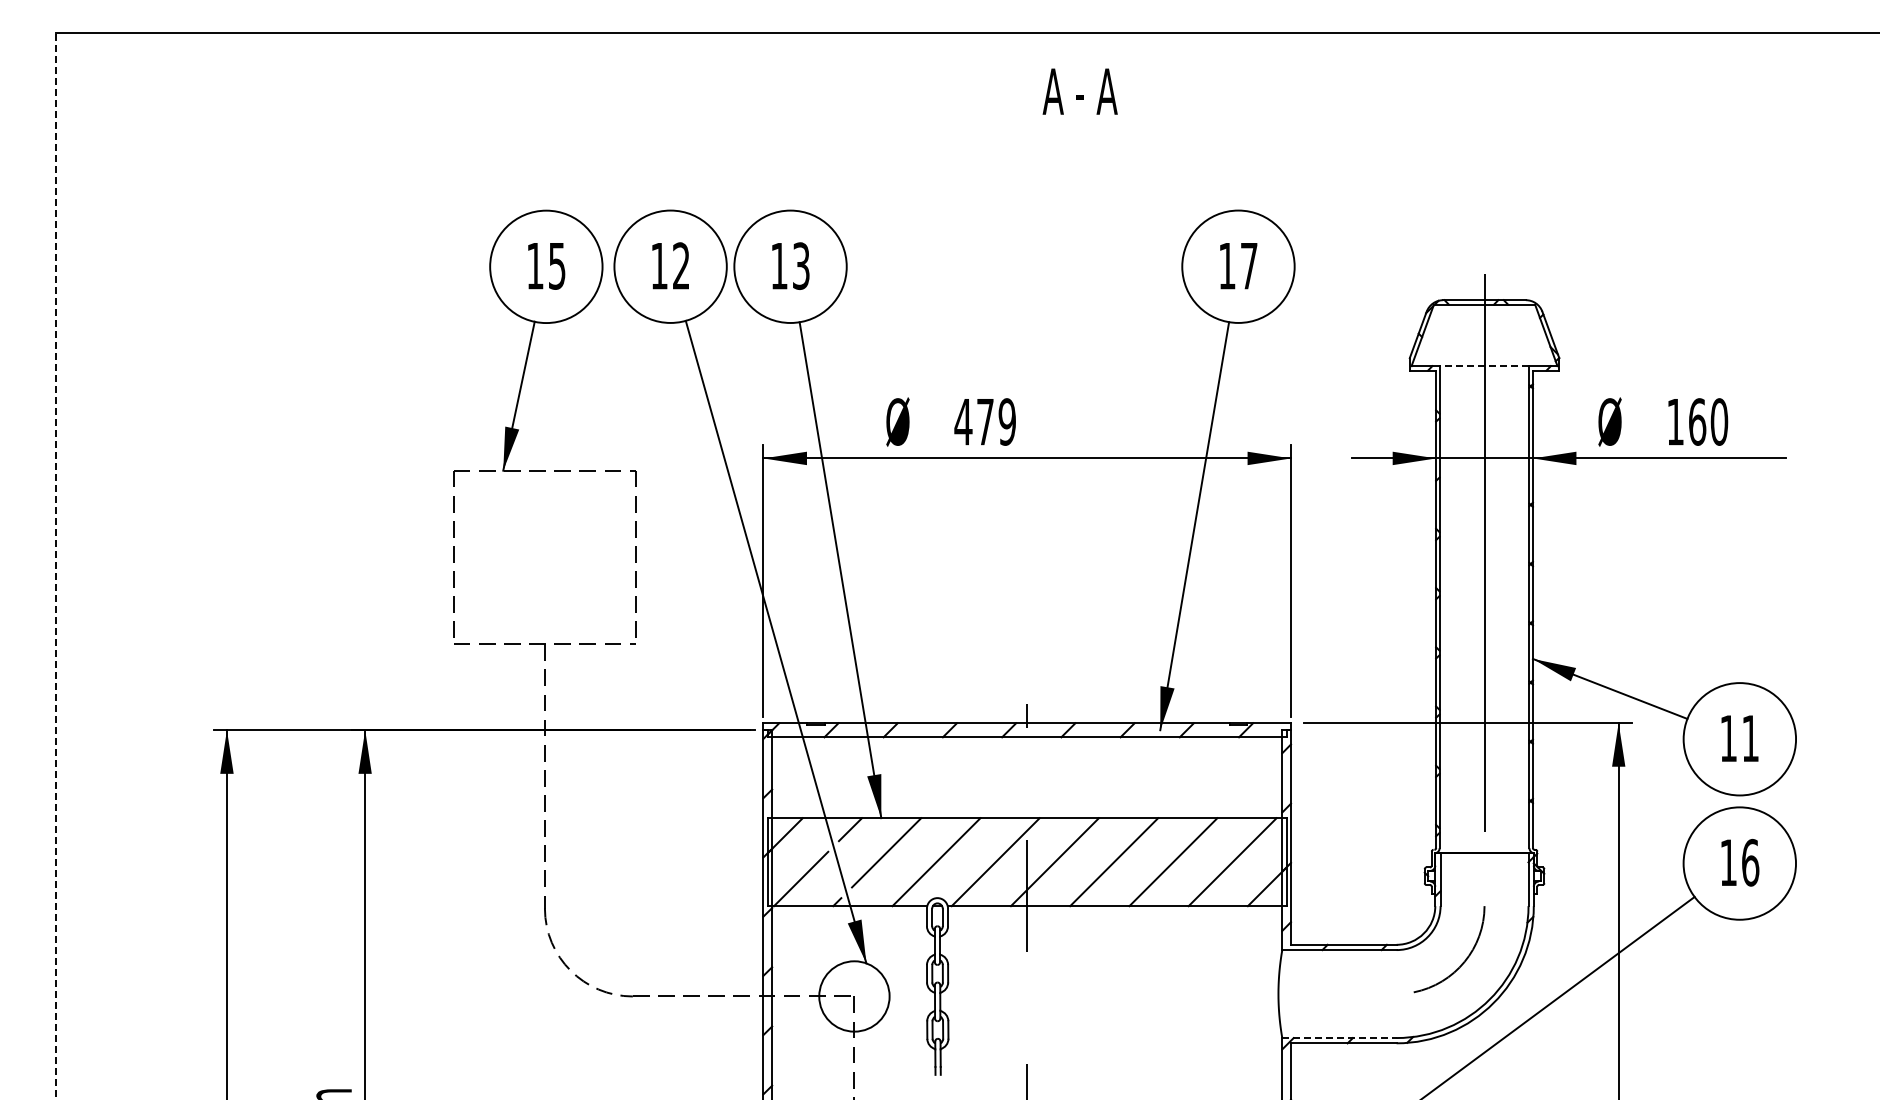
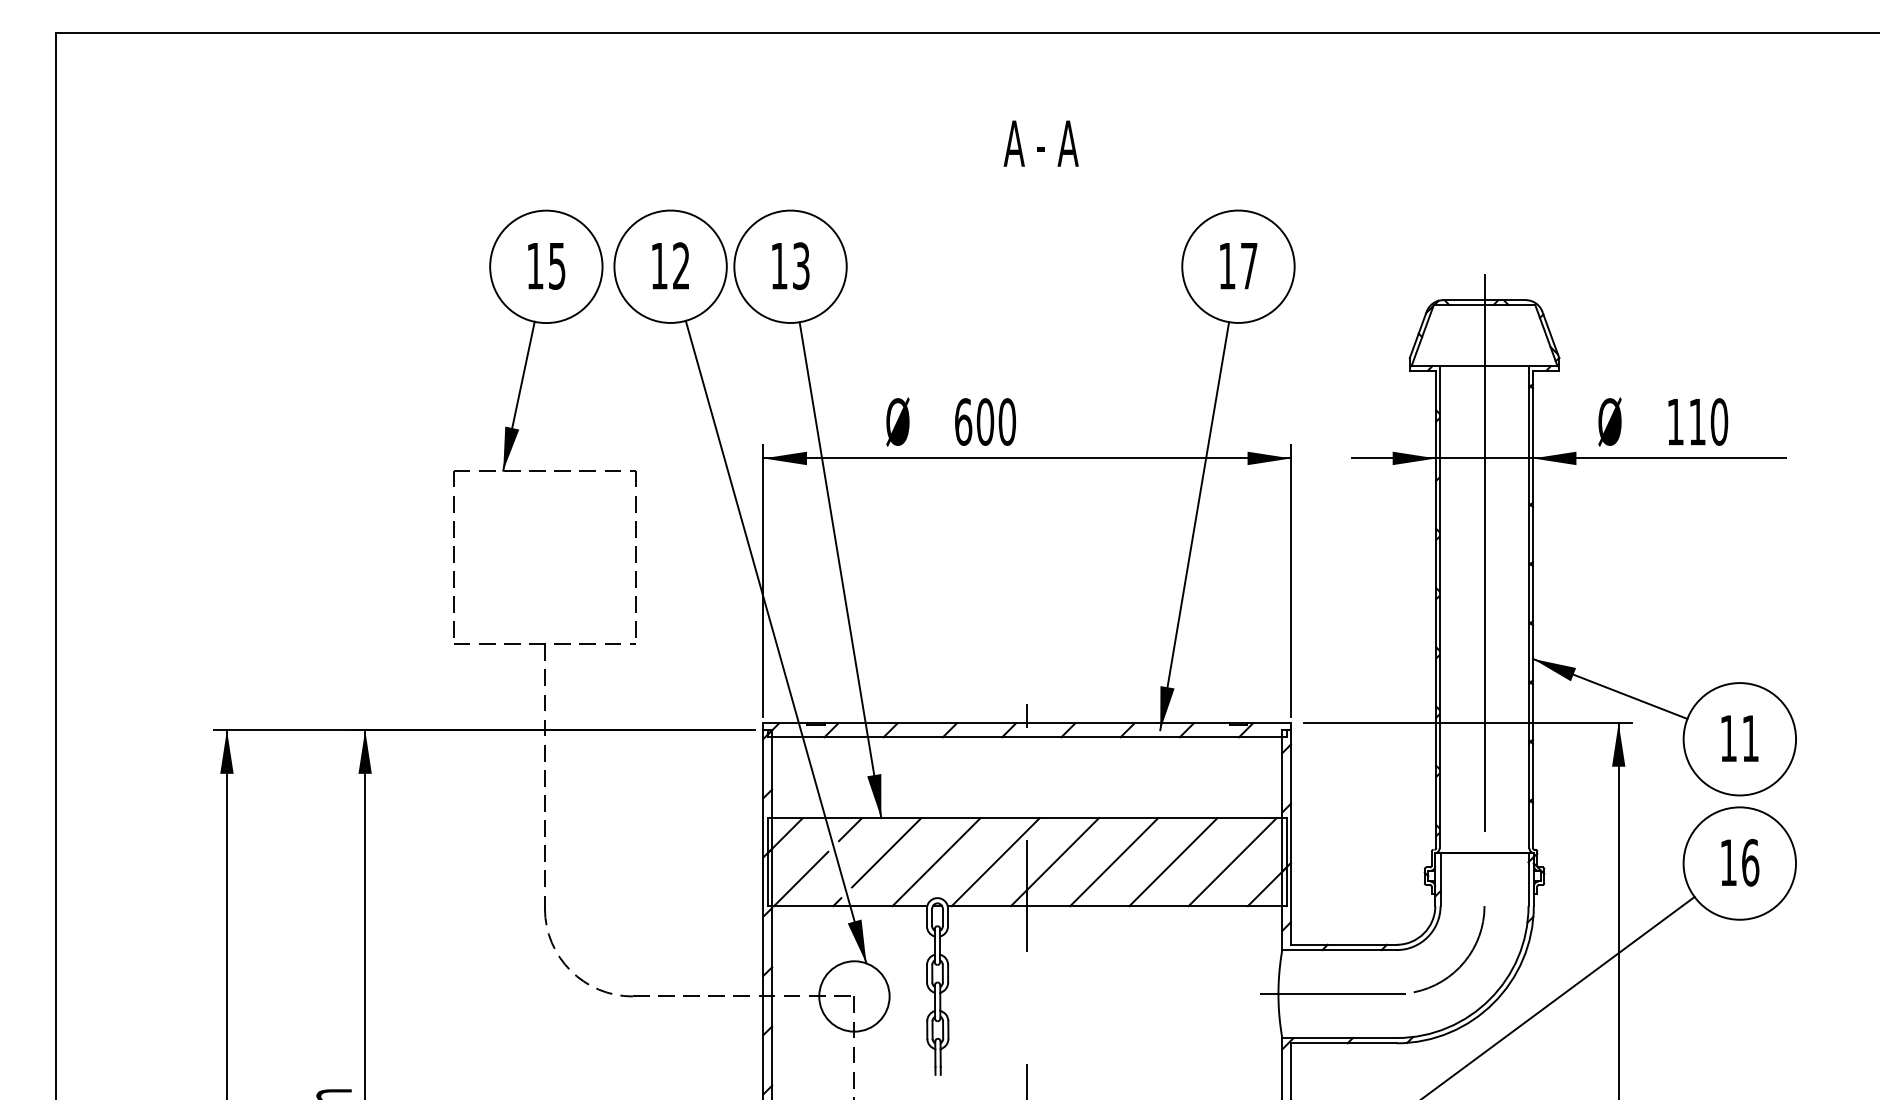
text at (1079, 91) position: (1079, 91) -> (1040, 143)
line at (1484, 366): dashed -> solid
text at (985, 421): 479 -> 600
text at (1697, 421): 160 -> 110
line at (56, 565): dashed -> solid
line at (1332, 994): none -> present
line at (1339, 1038): dashed -> solid
